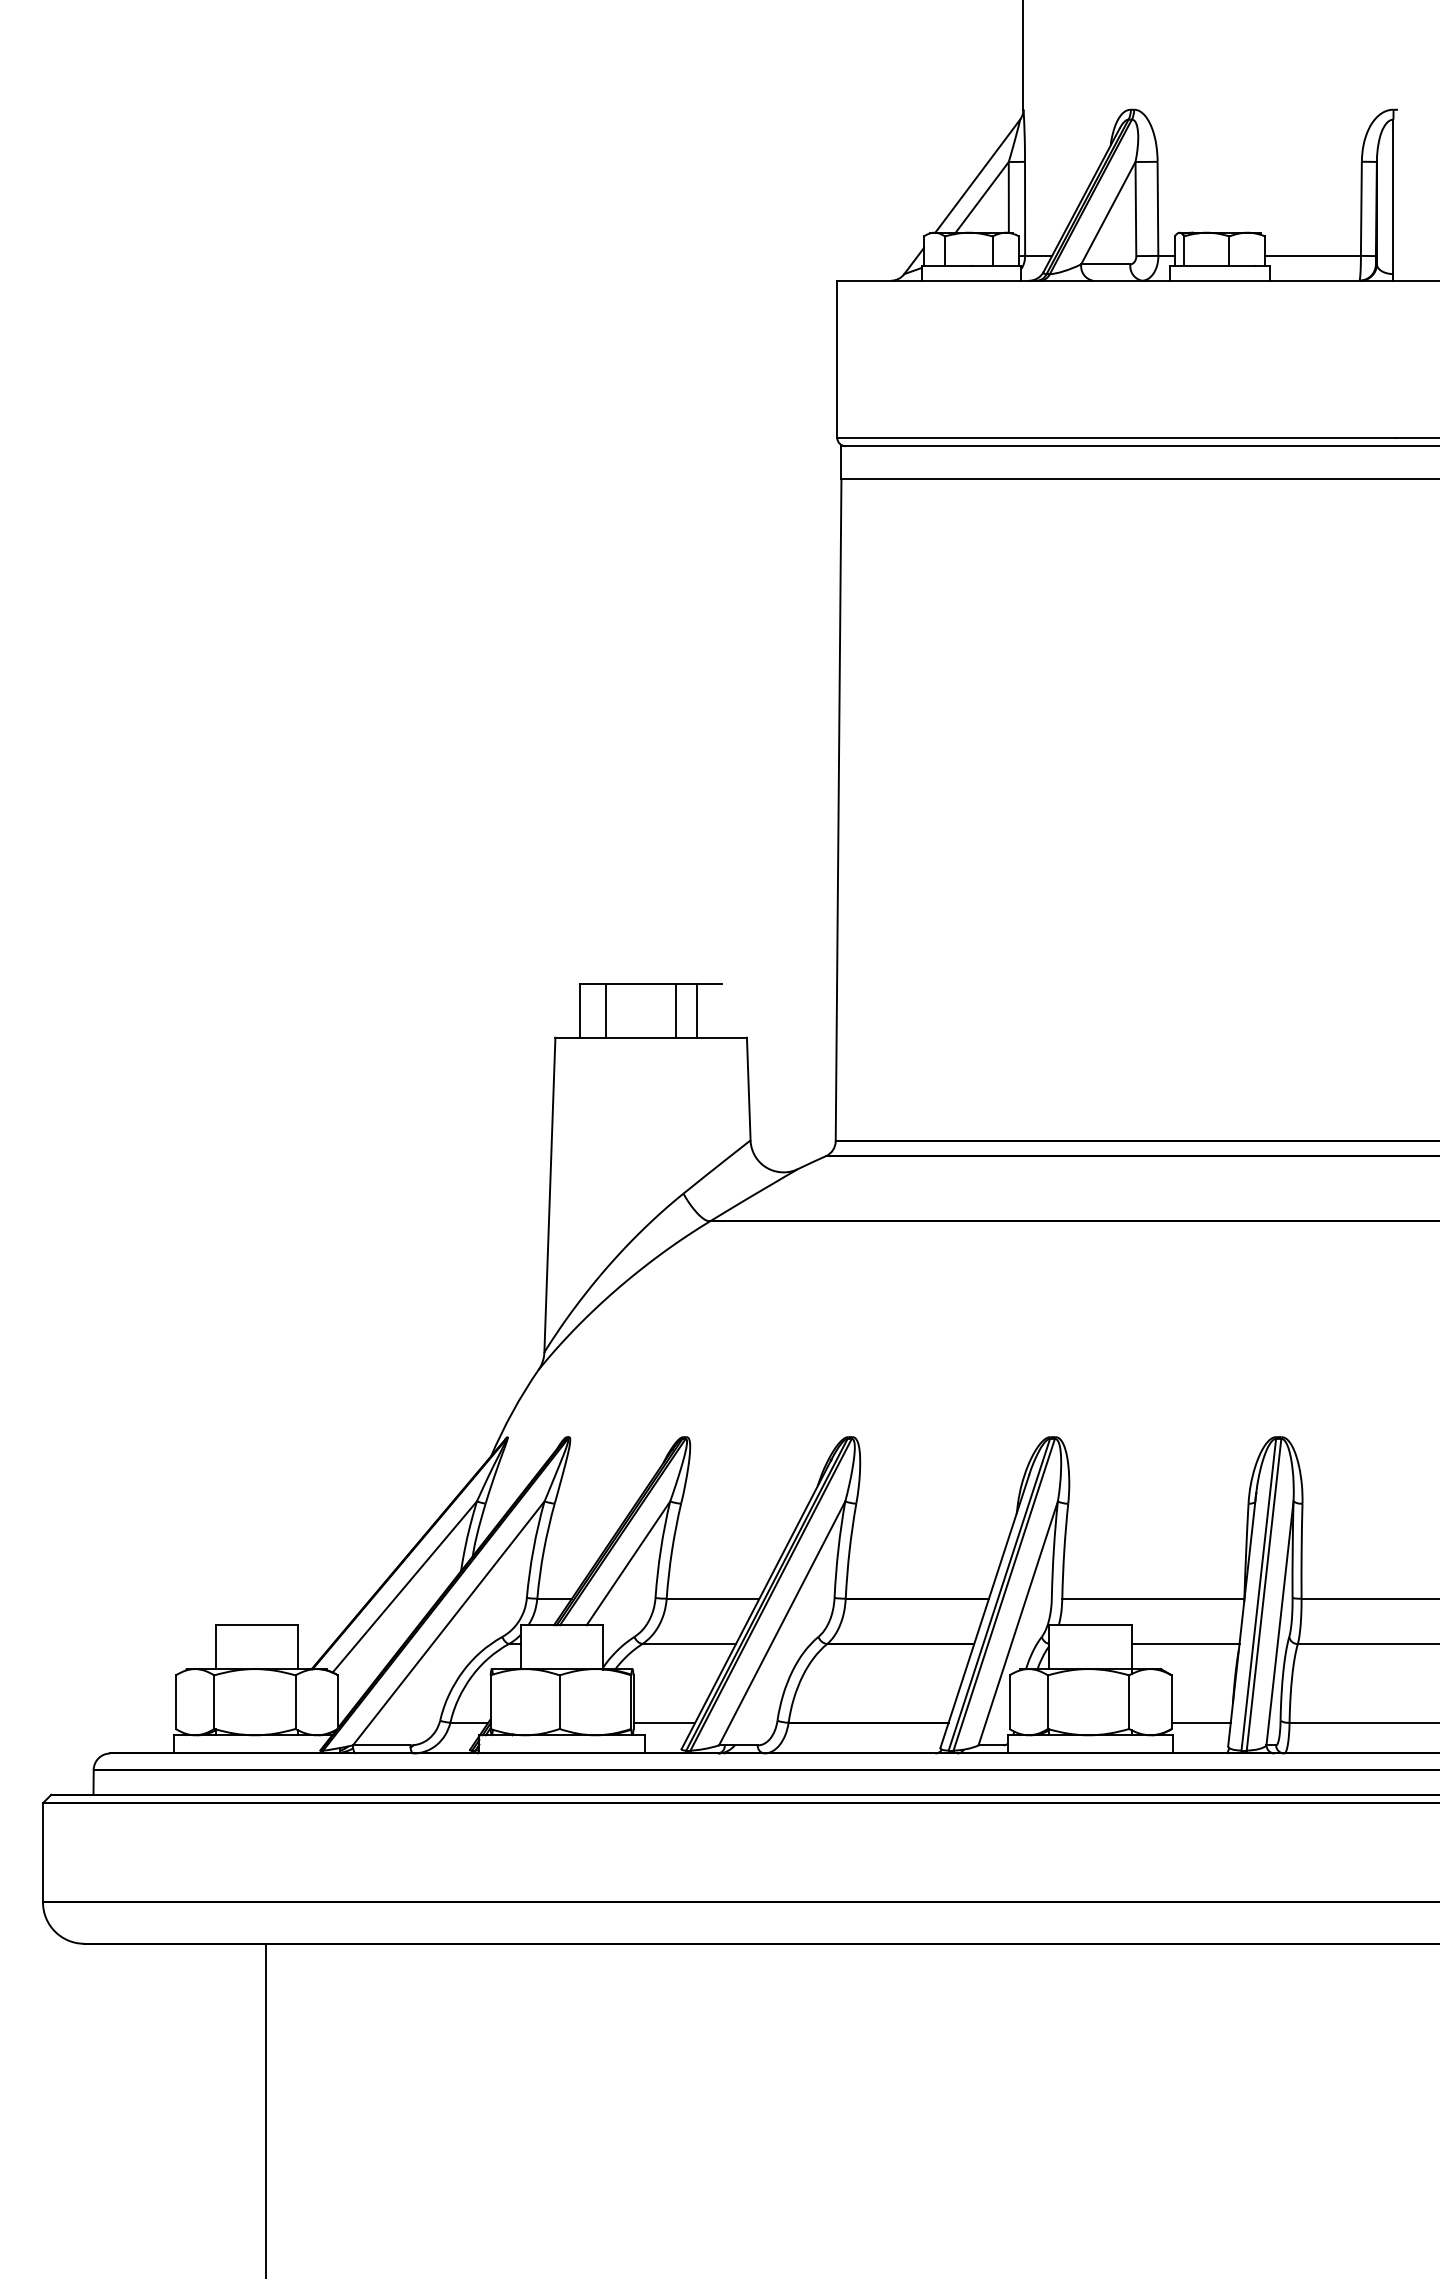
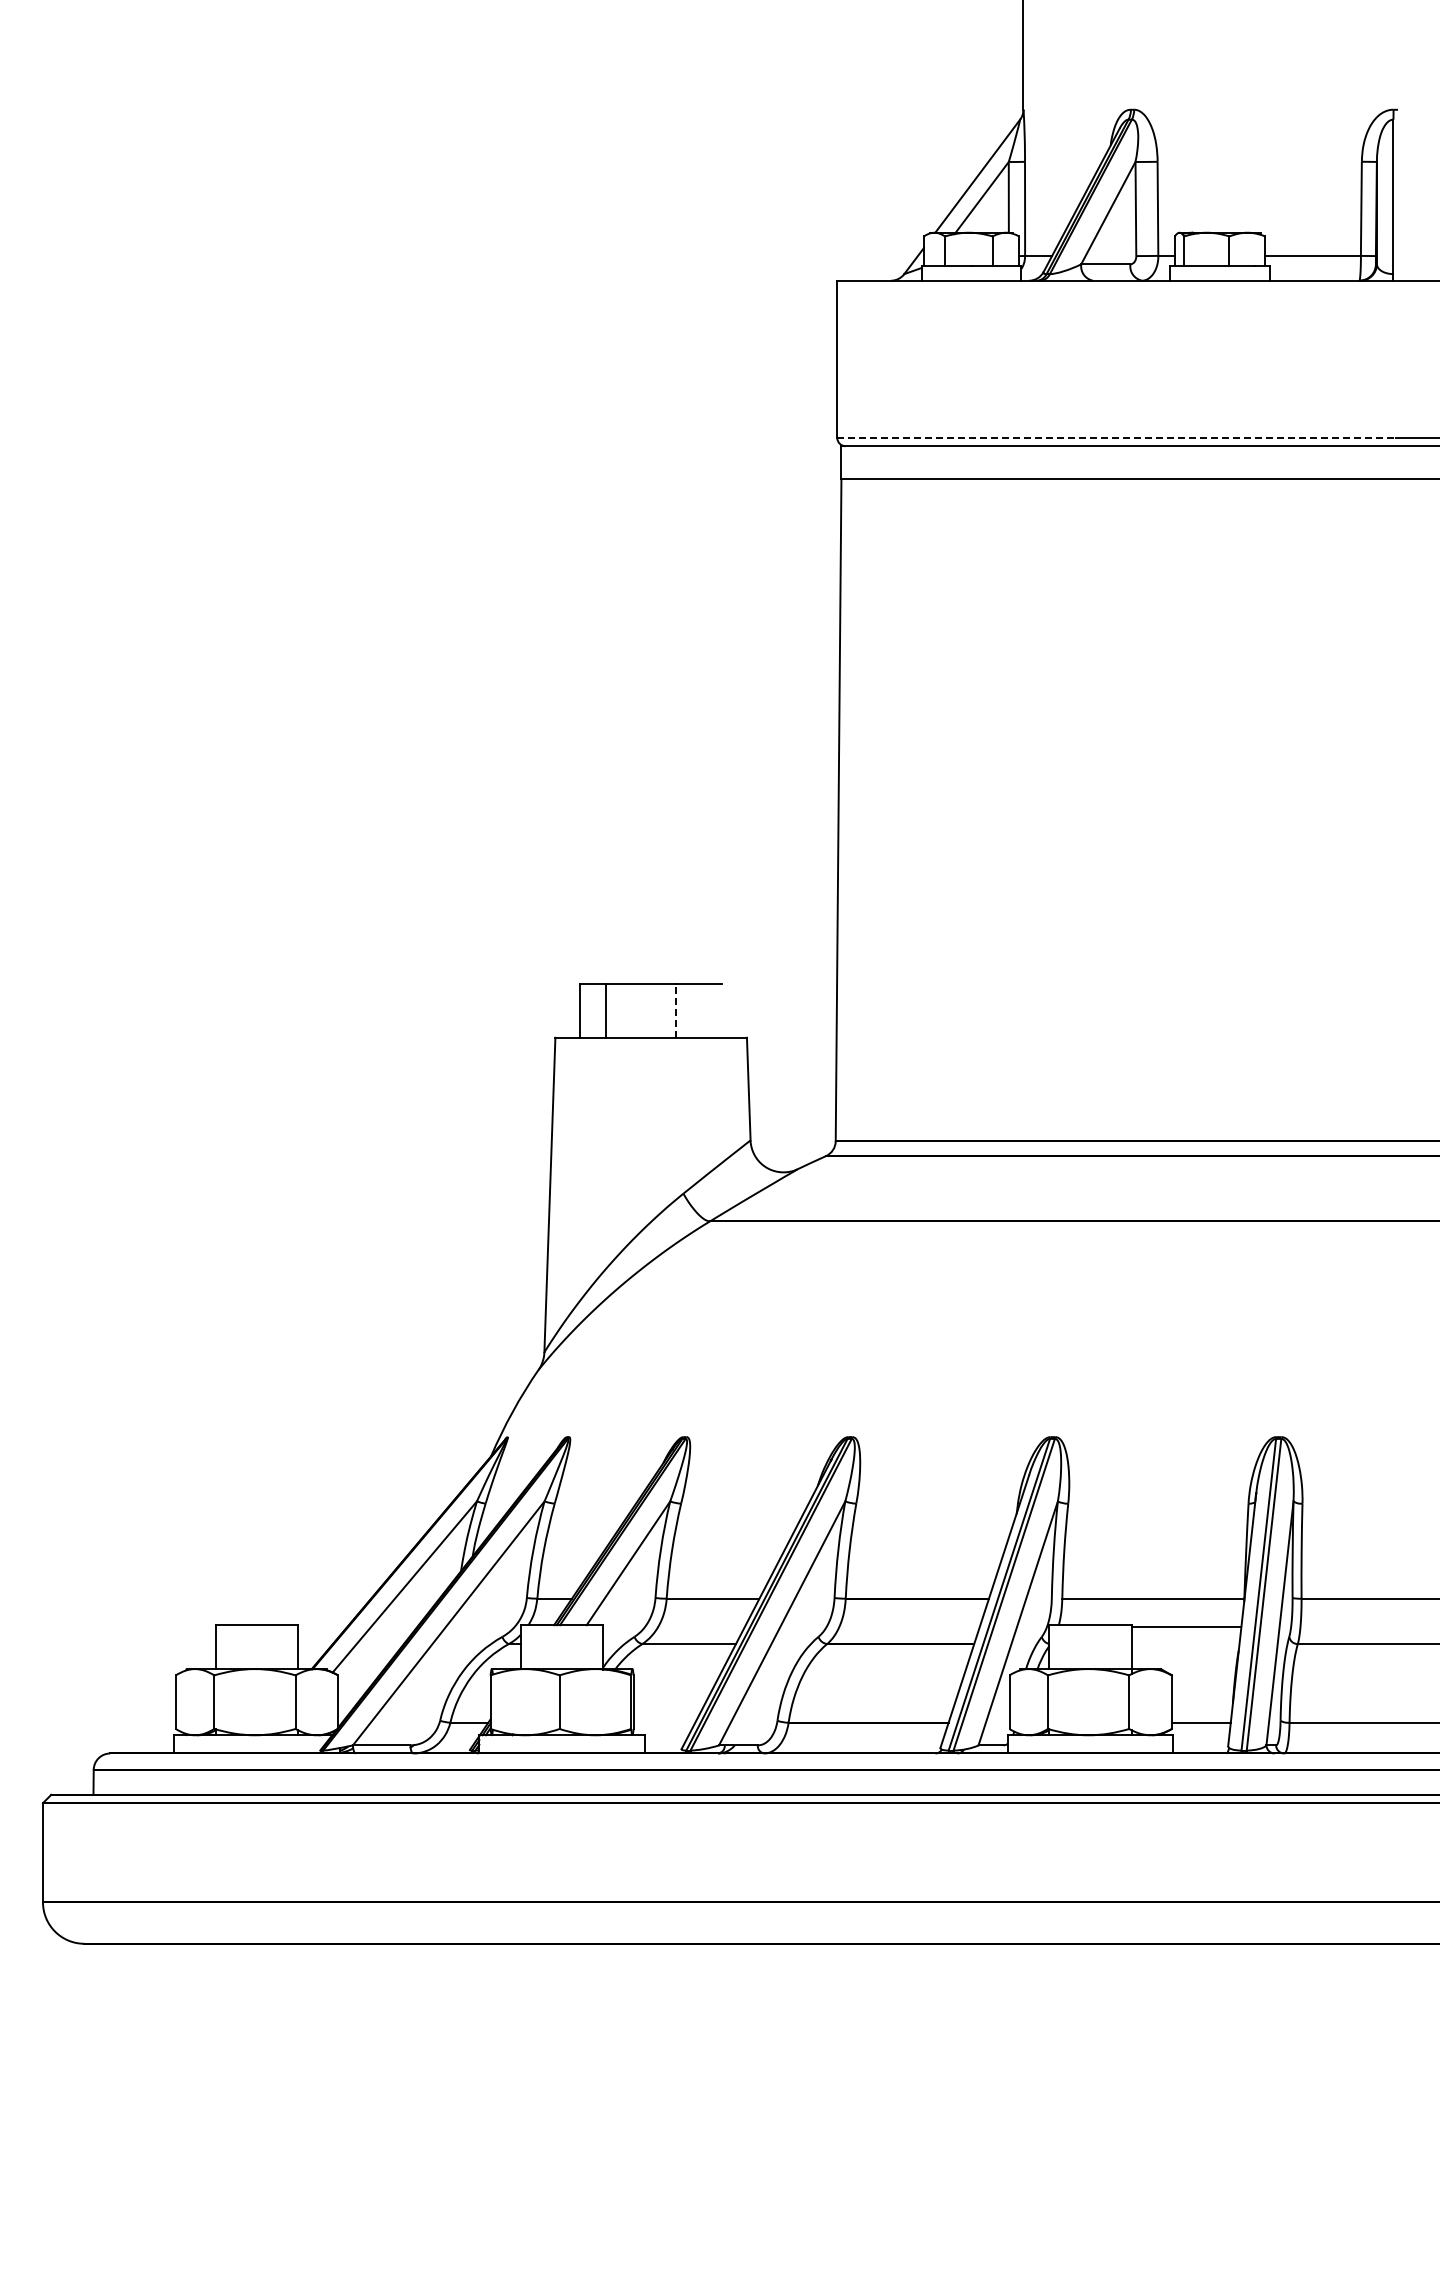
line at (1117, 437): solid -> dashed
line at (676, 1010): solid -> dashed
line at (696, 1010): present -> none
line at (1185, 1644) position: (1185, 1644) -> (1185, 1627)
line at (664, 1722): present -> none
line at (266, 2109): present -> none
